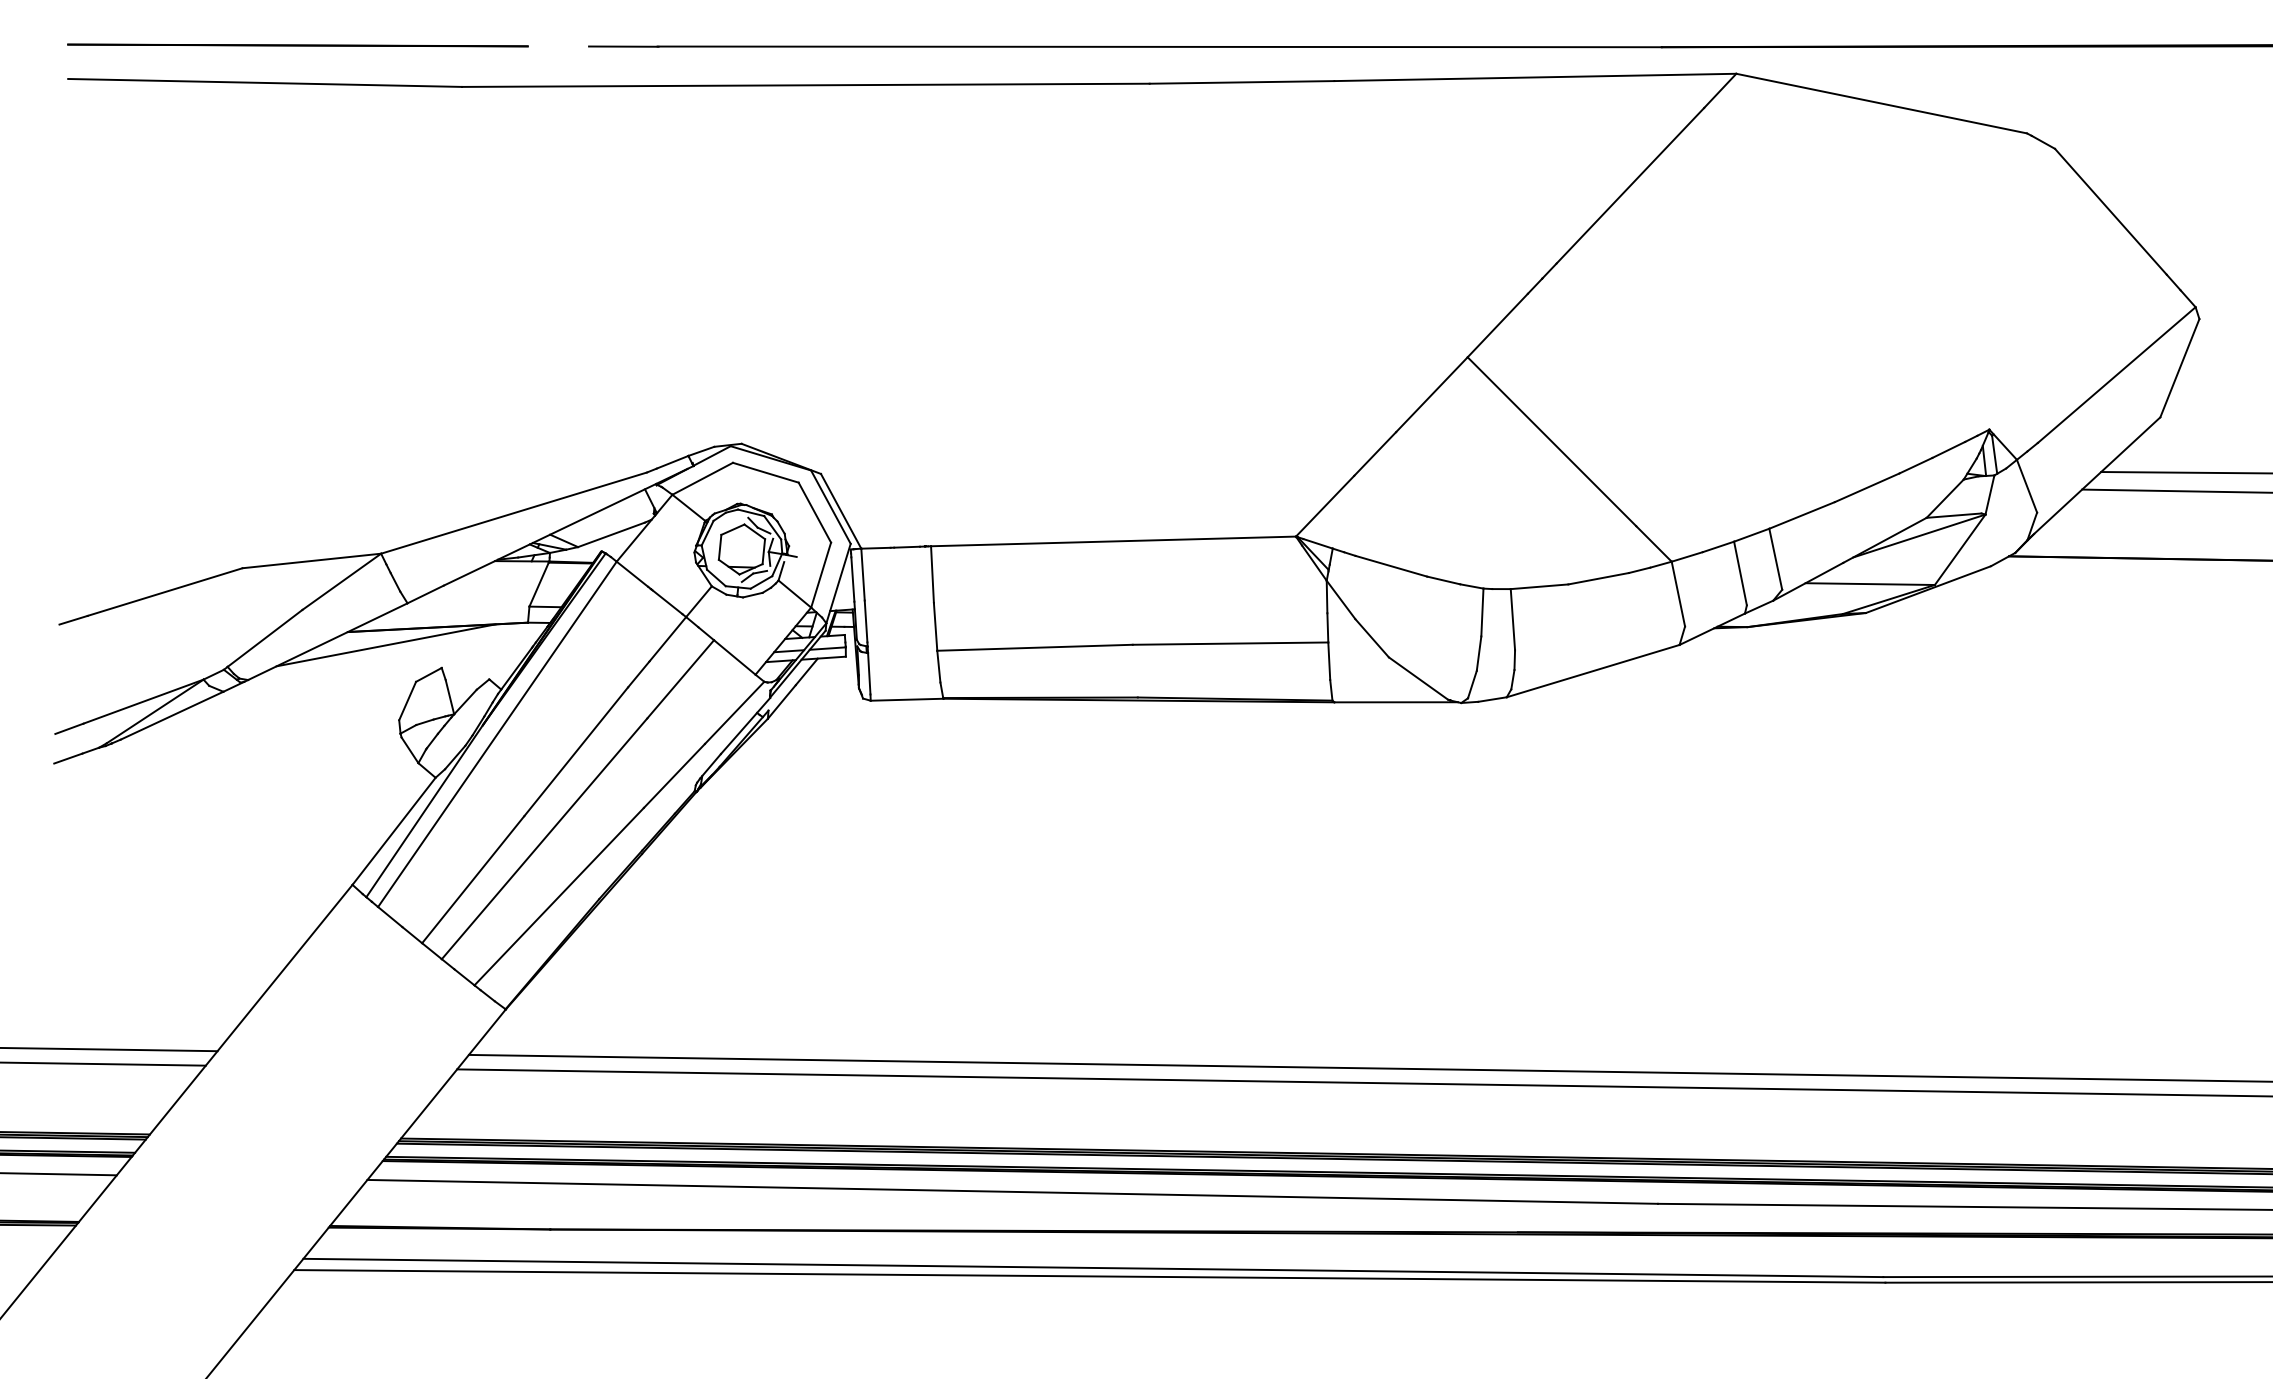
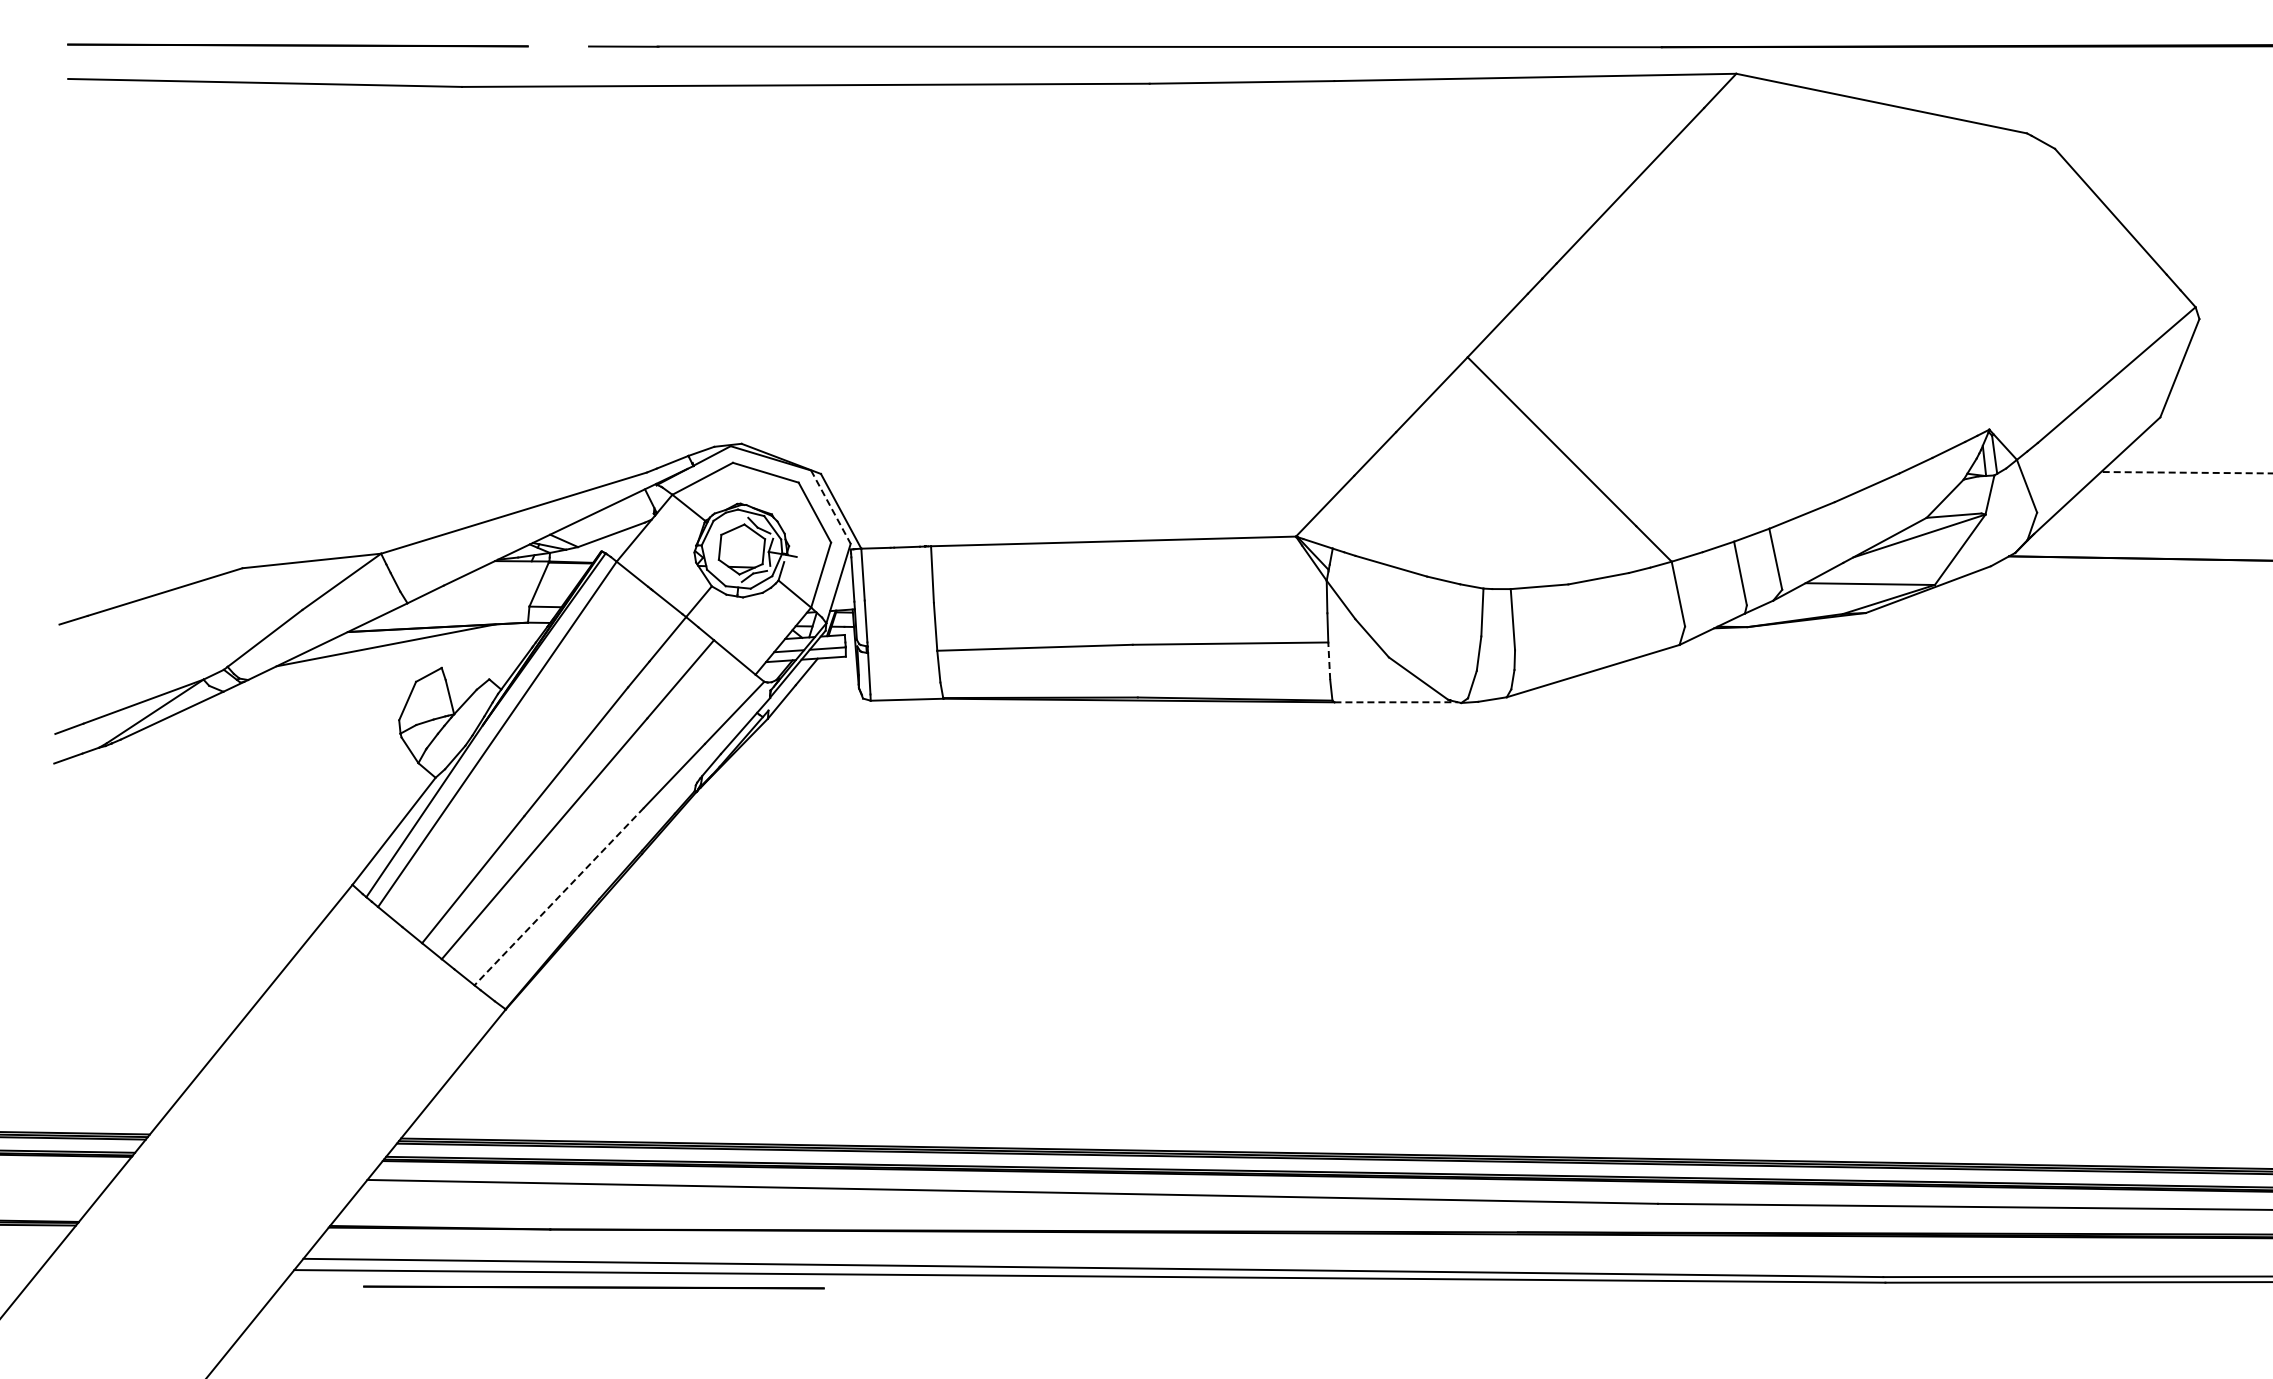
line at (2186, 472): solid -> dashed
line at (2175, 490): present -> none
line at (830, 507): solid -> dashed
line at (1329, 661): solid -> dashed
line at (1396, 702): solid -> dashed
line at (559, 896): solid -> dashed
line at (109, 1049): present -> none
line at (103, 1063): present -> none
line at (1368, 1067): present -> none
line at (1363, 1082): present -> none
line at (59, 1174): present -> none
line at (593, 1287): none -> present
